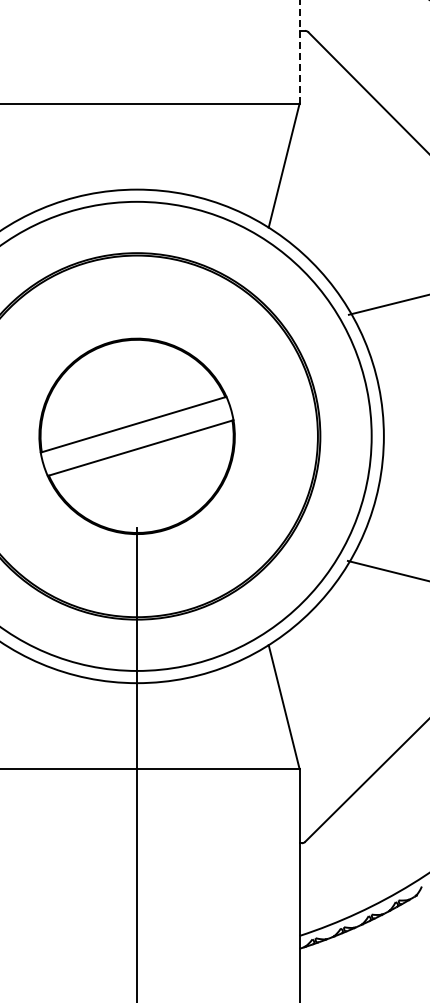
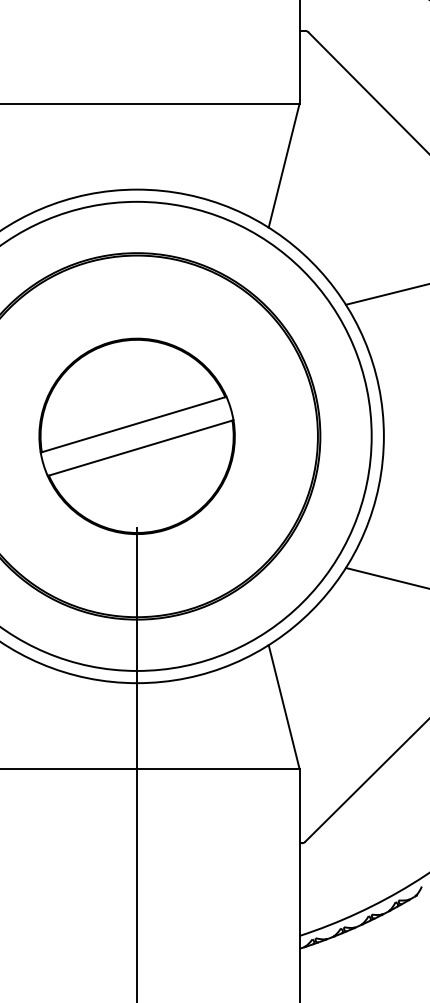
line at (299, 51): dashed -> solid
line at (387, 304) position: (387, 304) -> (385, 294)
line at (386, 570) position: (386, 570) -> (385, 577)
